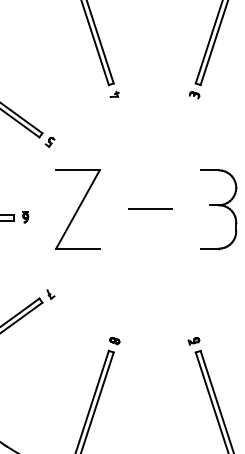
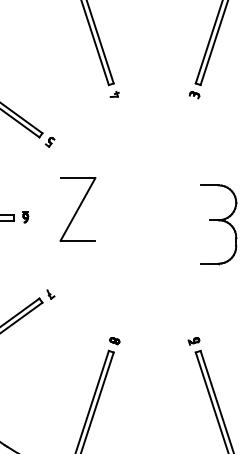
part at (77, 209) size: 46x81 px -> 38x65 px
line at (150, 209): present -> none
part at (218, 209) position: (218, 209) -> (218, 224)
